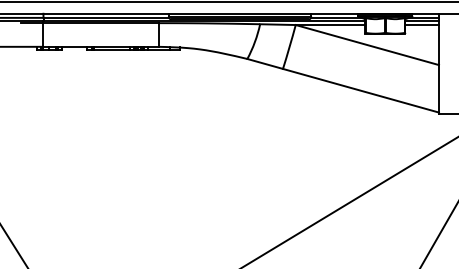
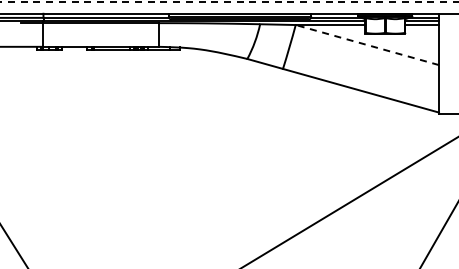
line at (229, 2): solid -> dashed
line at (366, 44): solid -> dashed
